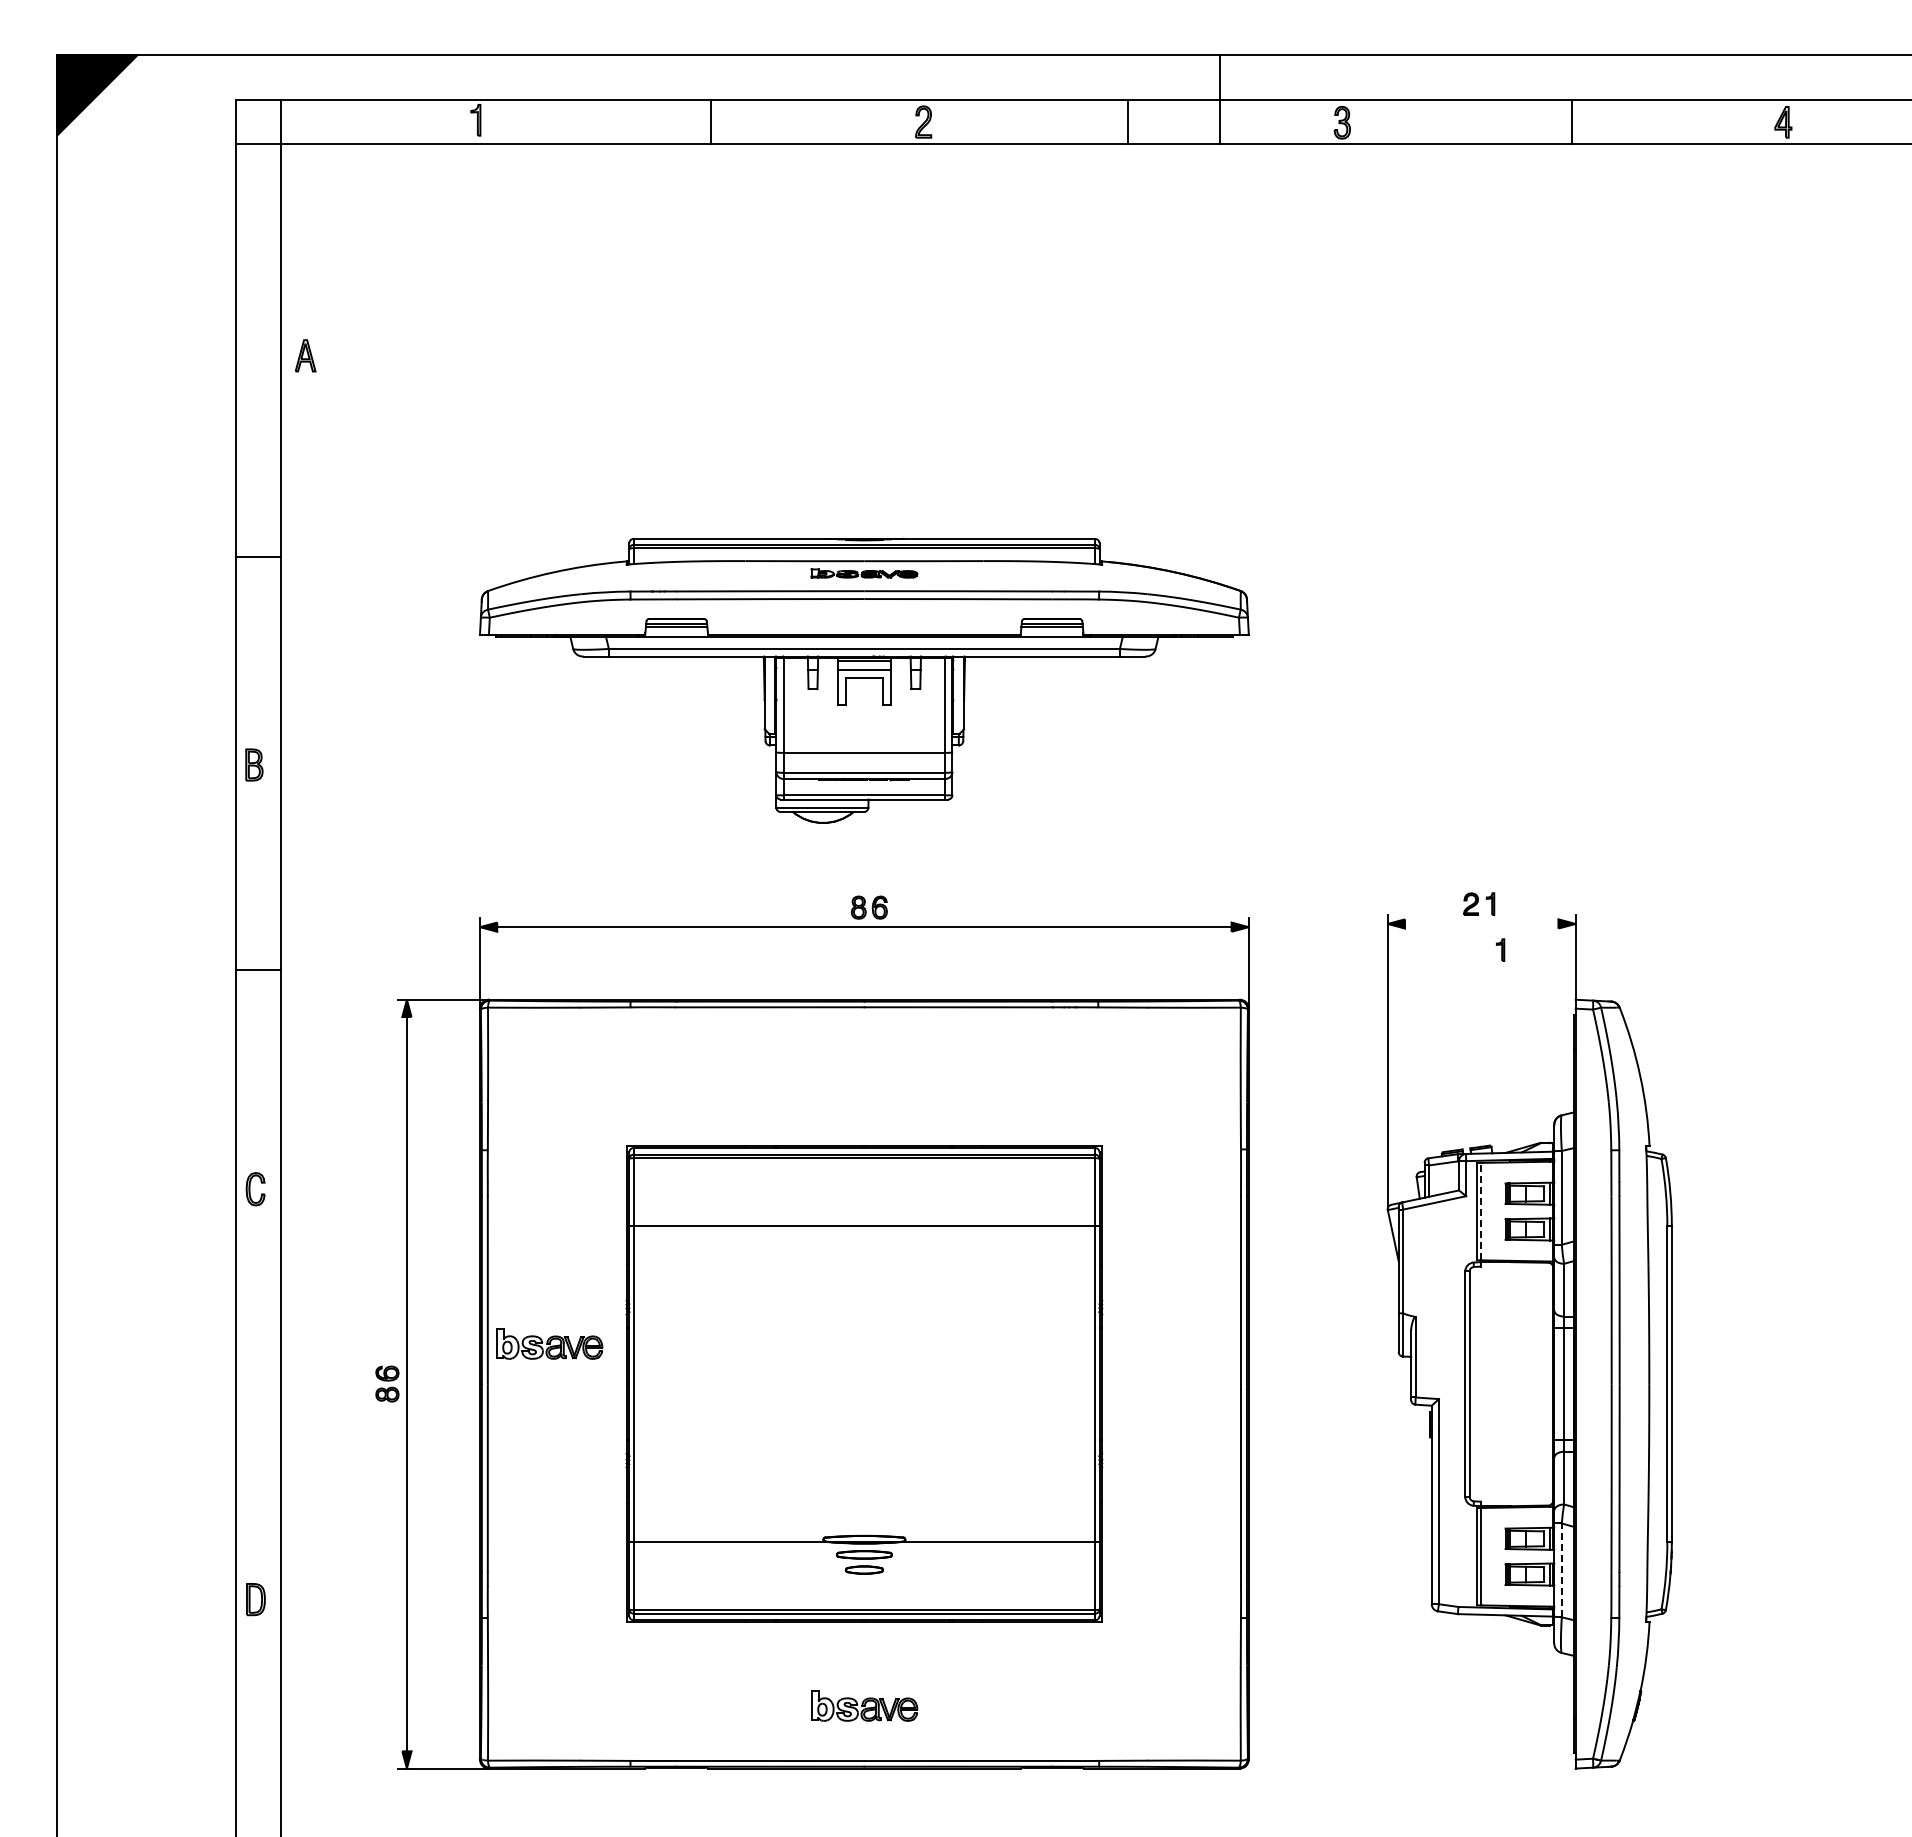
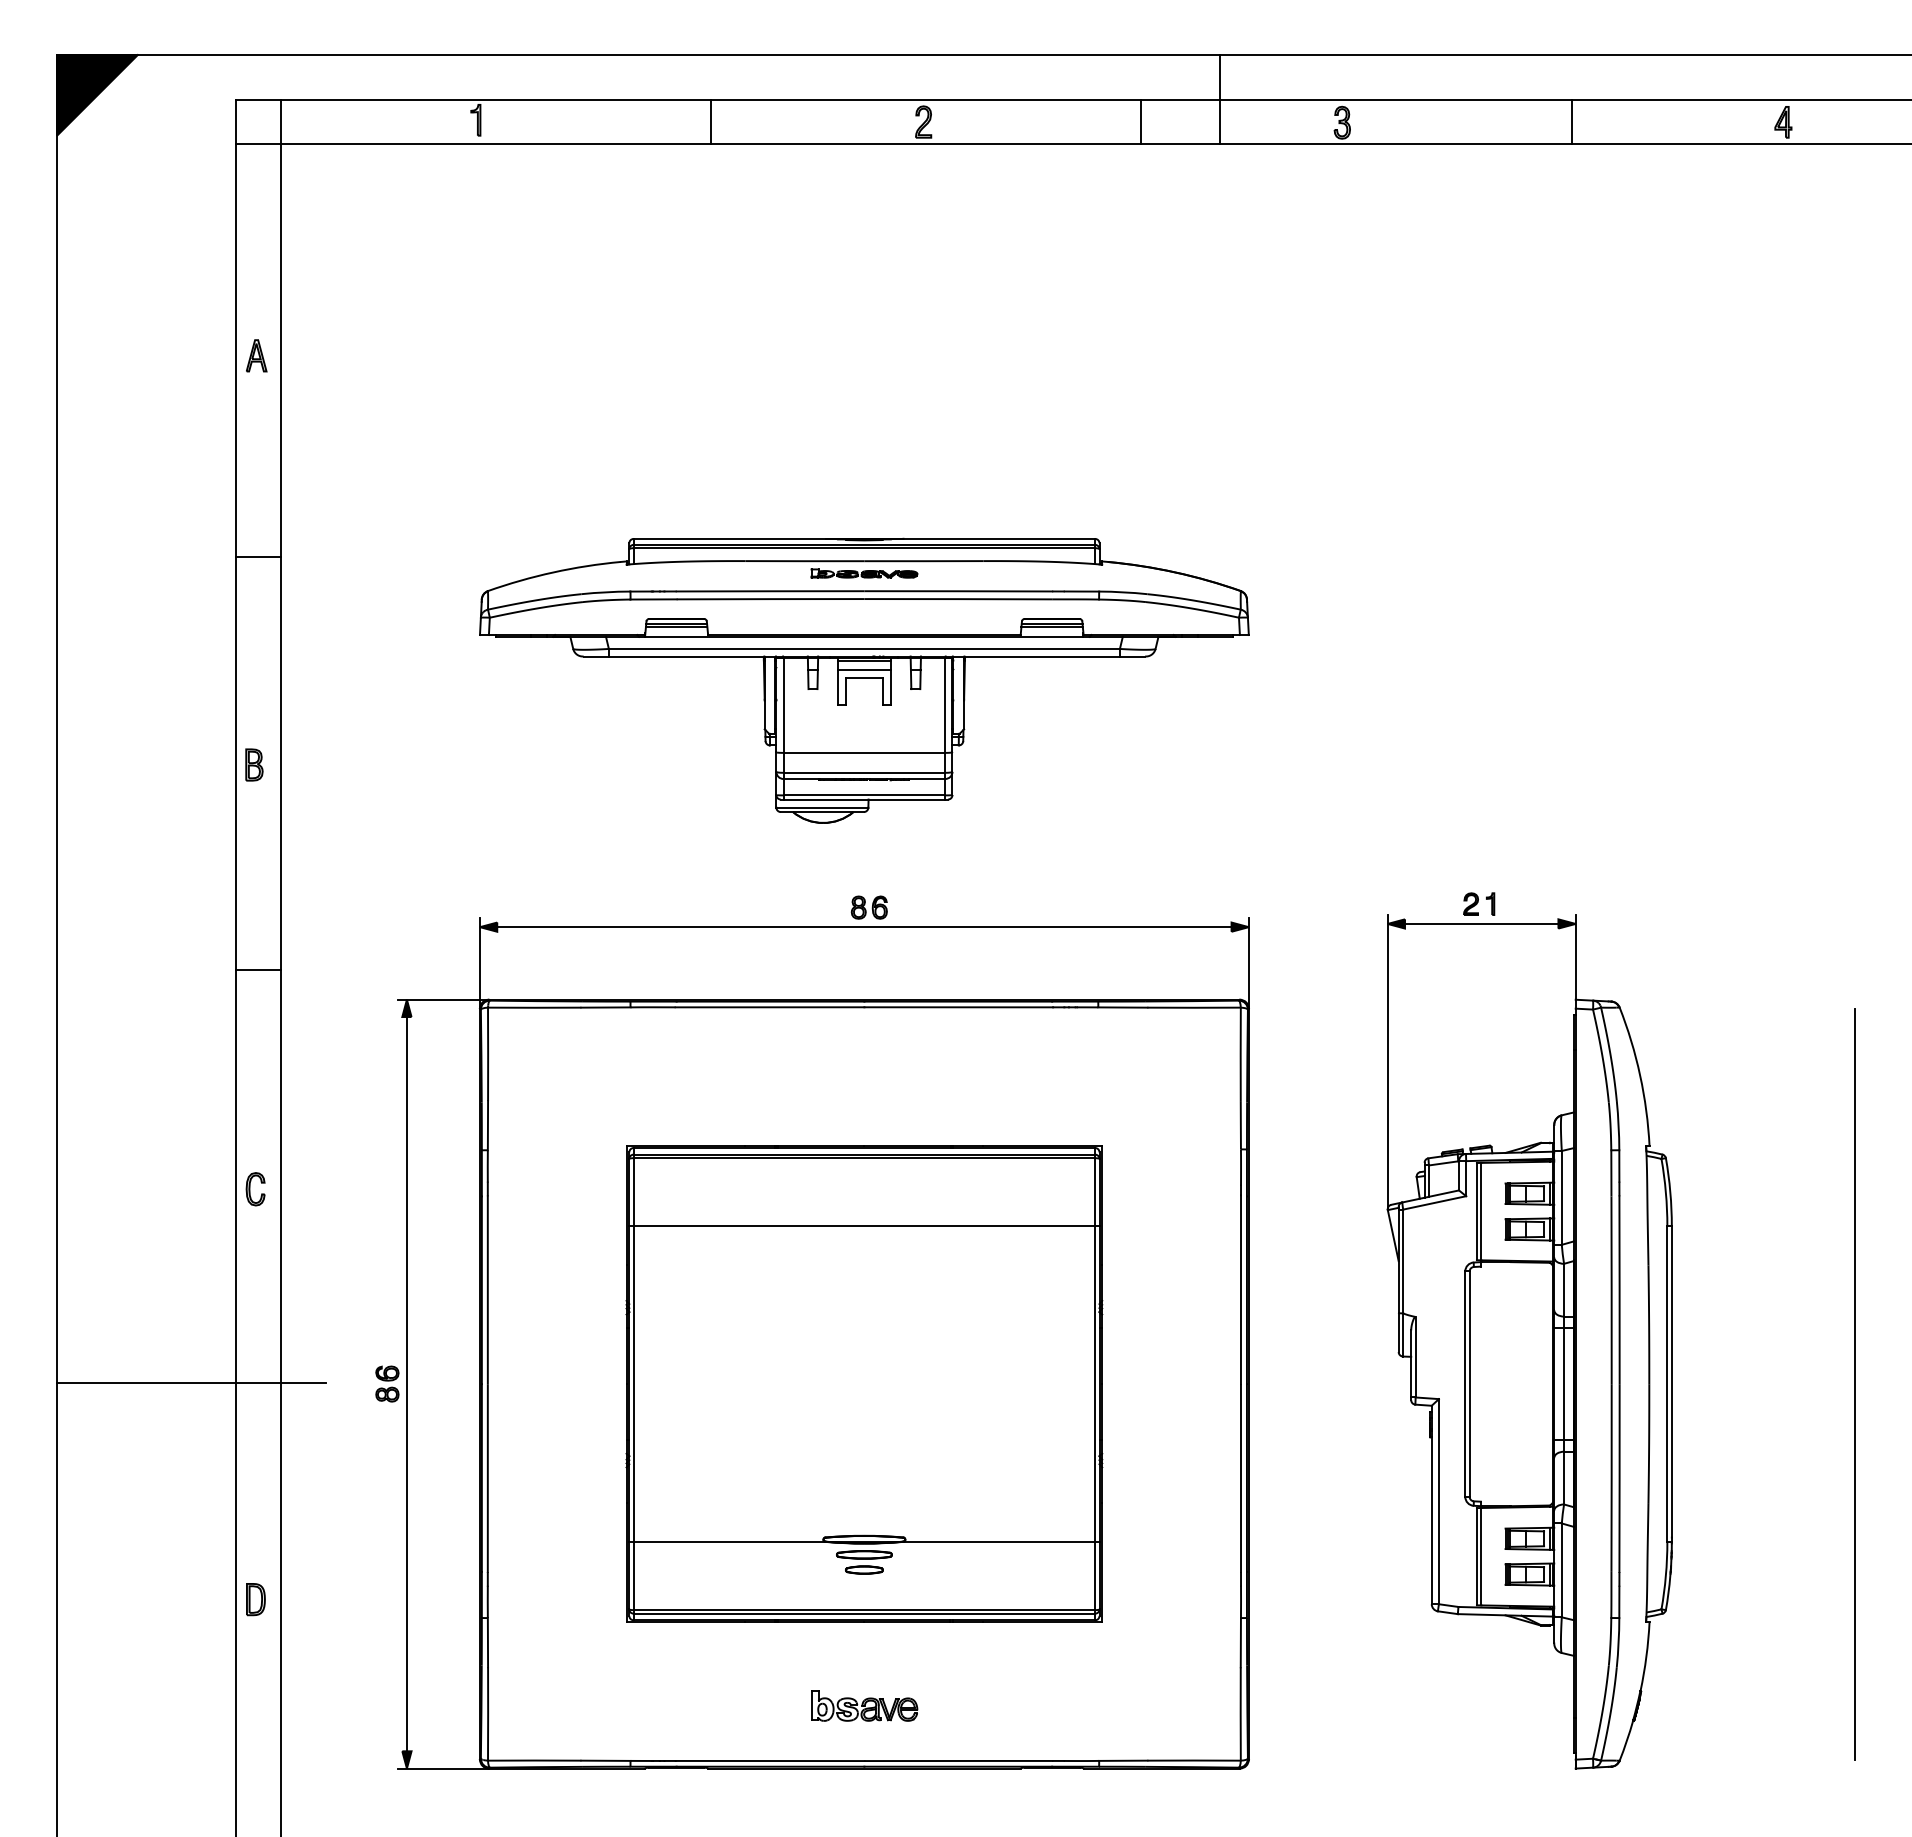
line at (1128, 121) position: (1128, 121) -> (1141, 121)
part at (305, 355) position: (305, 355) -> (256, 355)
line at (1481, 923): none -> present
part at (1500, 949): present -> none
line at (1481, 1211): dashed -> solid
part at (549, 1343): present -> none
line at (191, 1382): none -> present
line at (1854, 1384): none -> present
line at (1561, 1570): dashed -> solid
